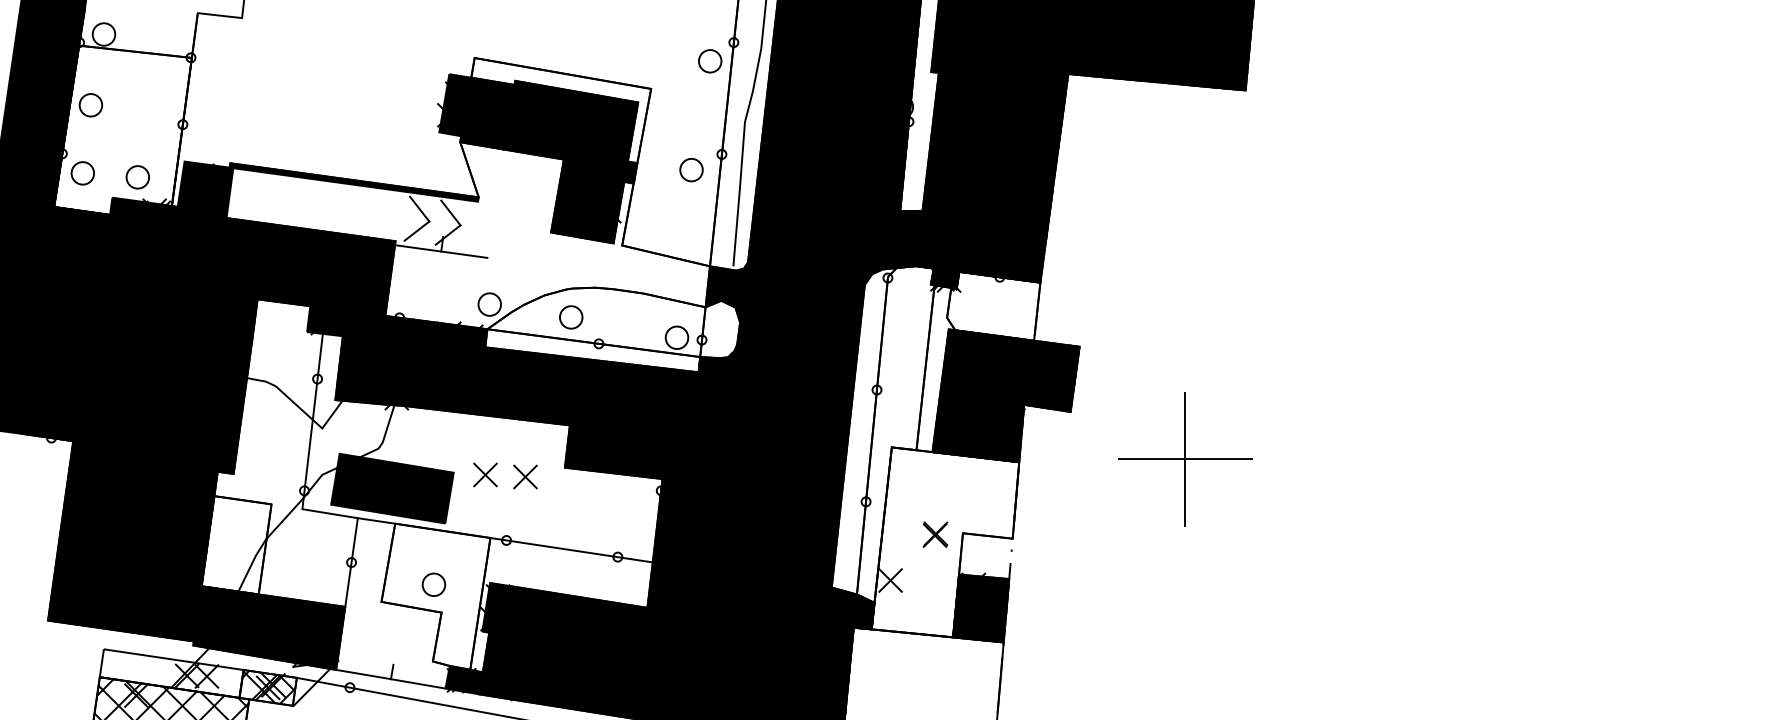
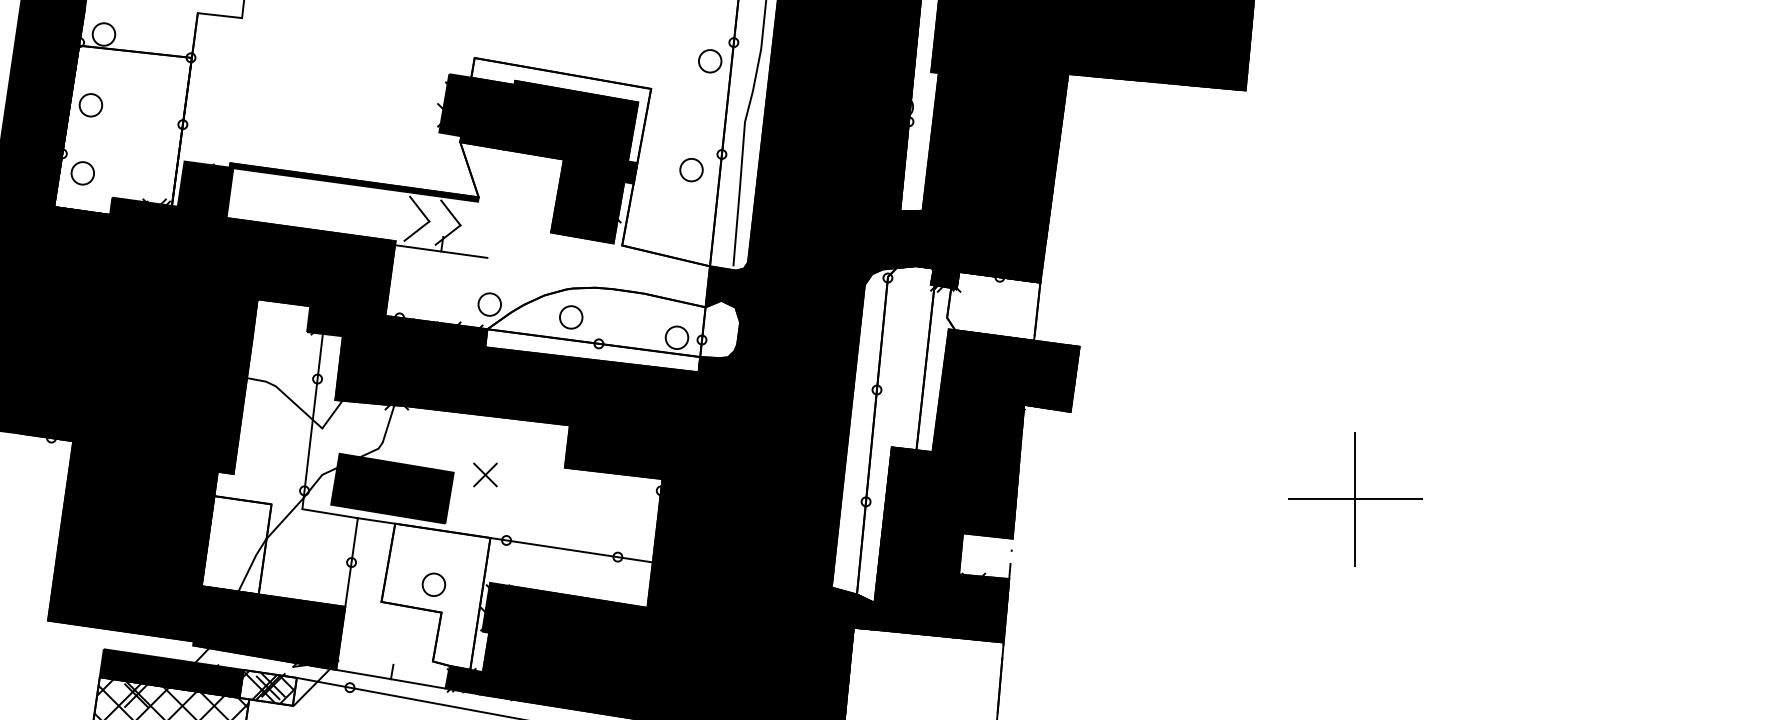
circle at (137, 177): present -> none
part at (1185, 459) position: (1185, 459) -> (1355, 499)
part at (525, 476): present -> none
fill at (945, 542): none -> present
fill at (171, 673): none -> present
